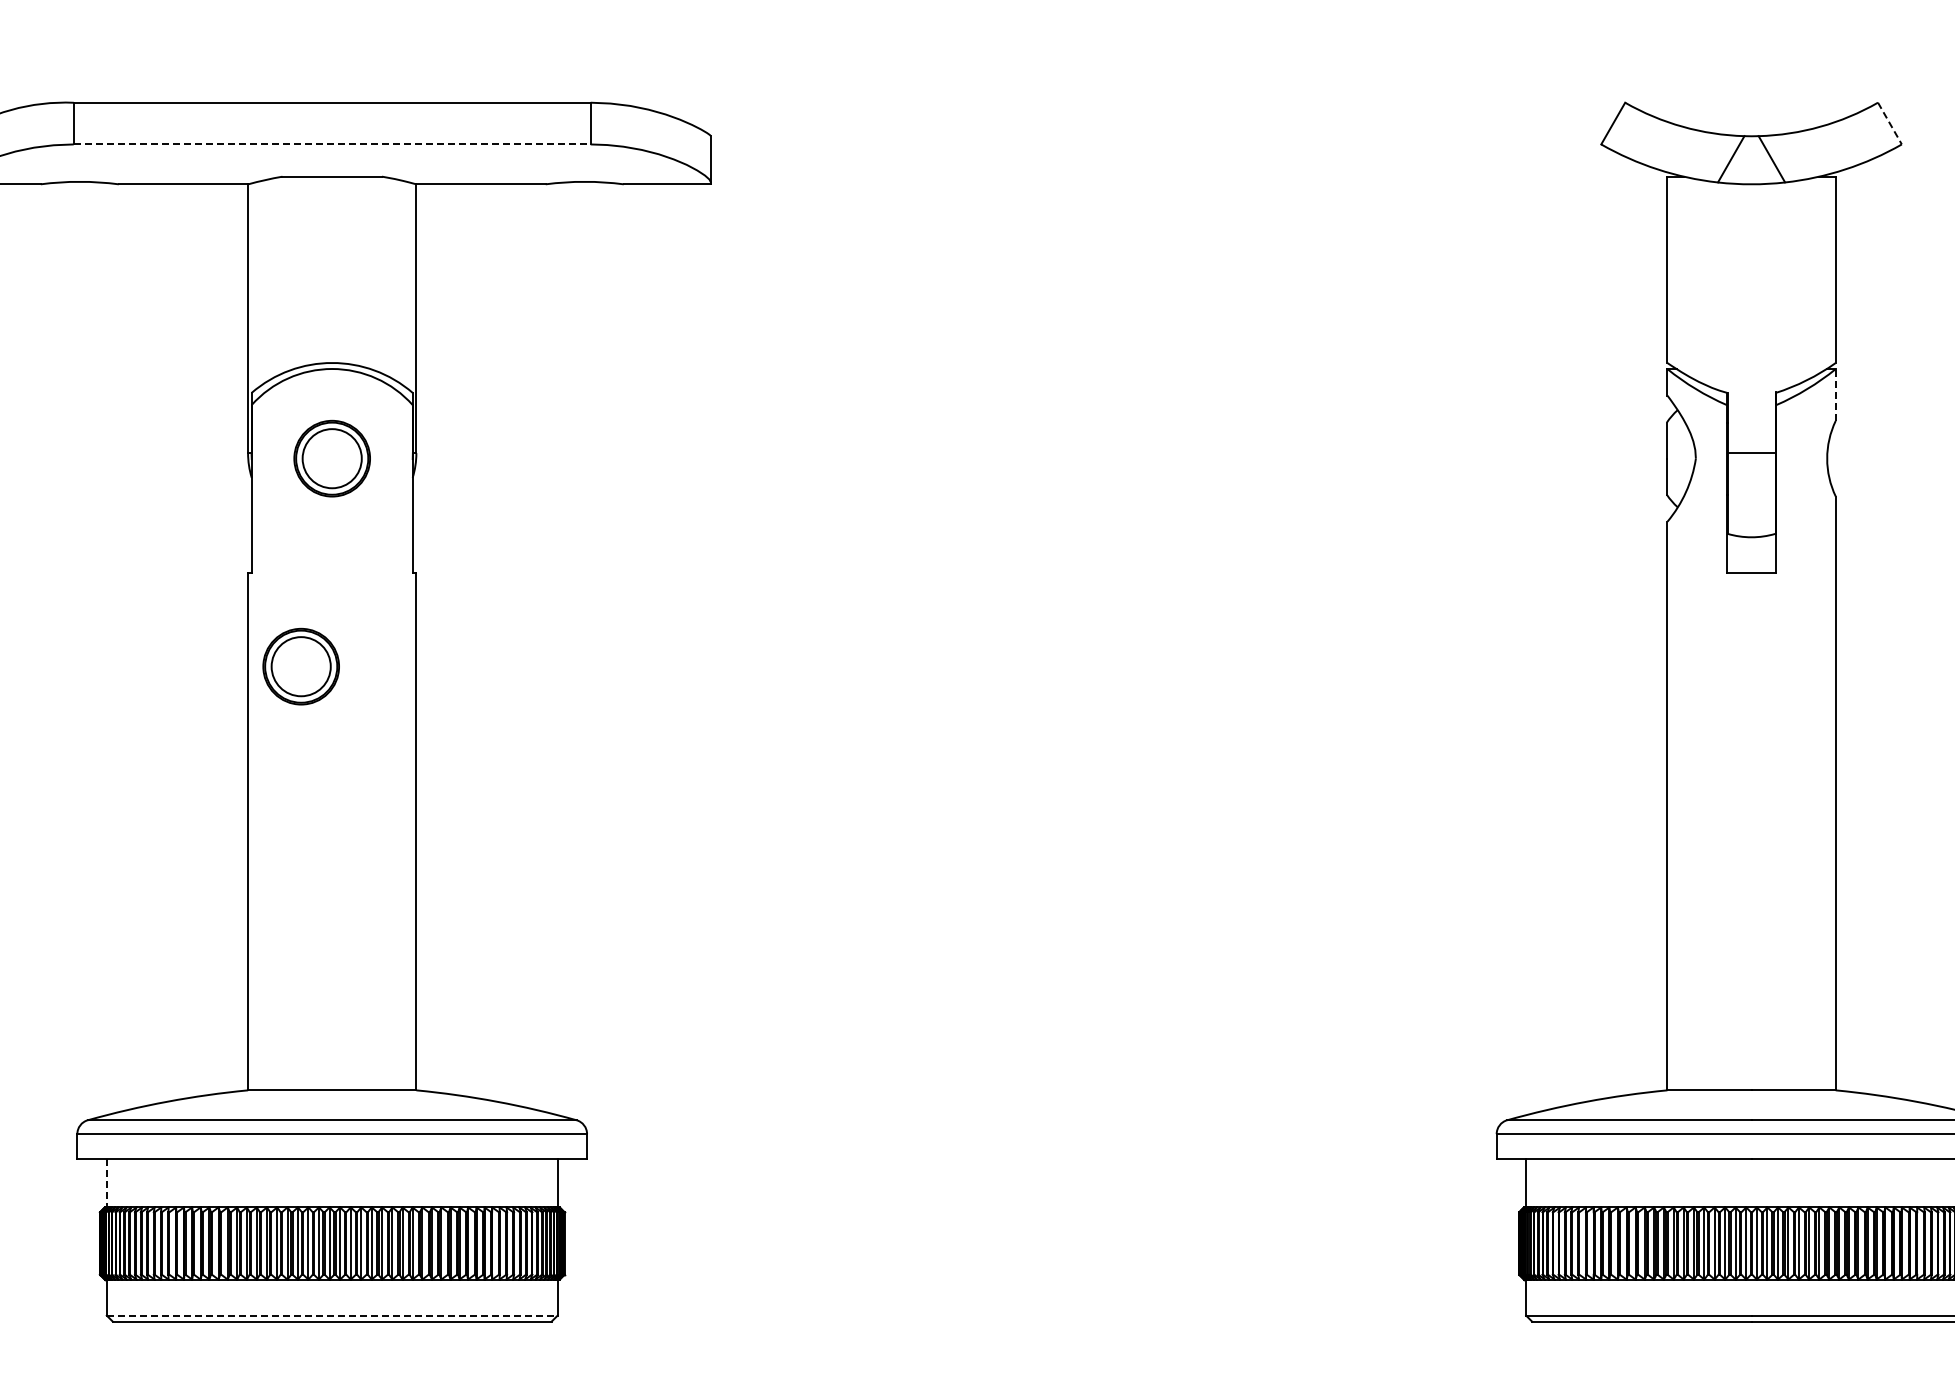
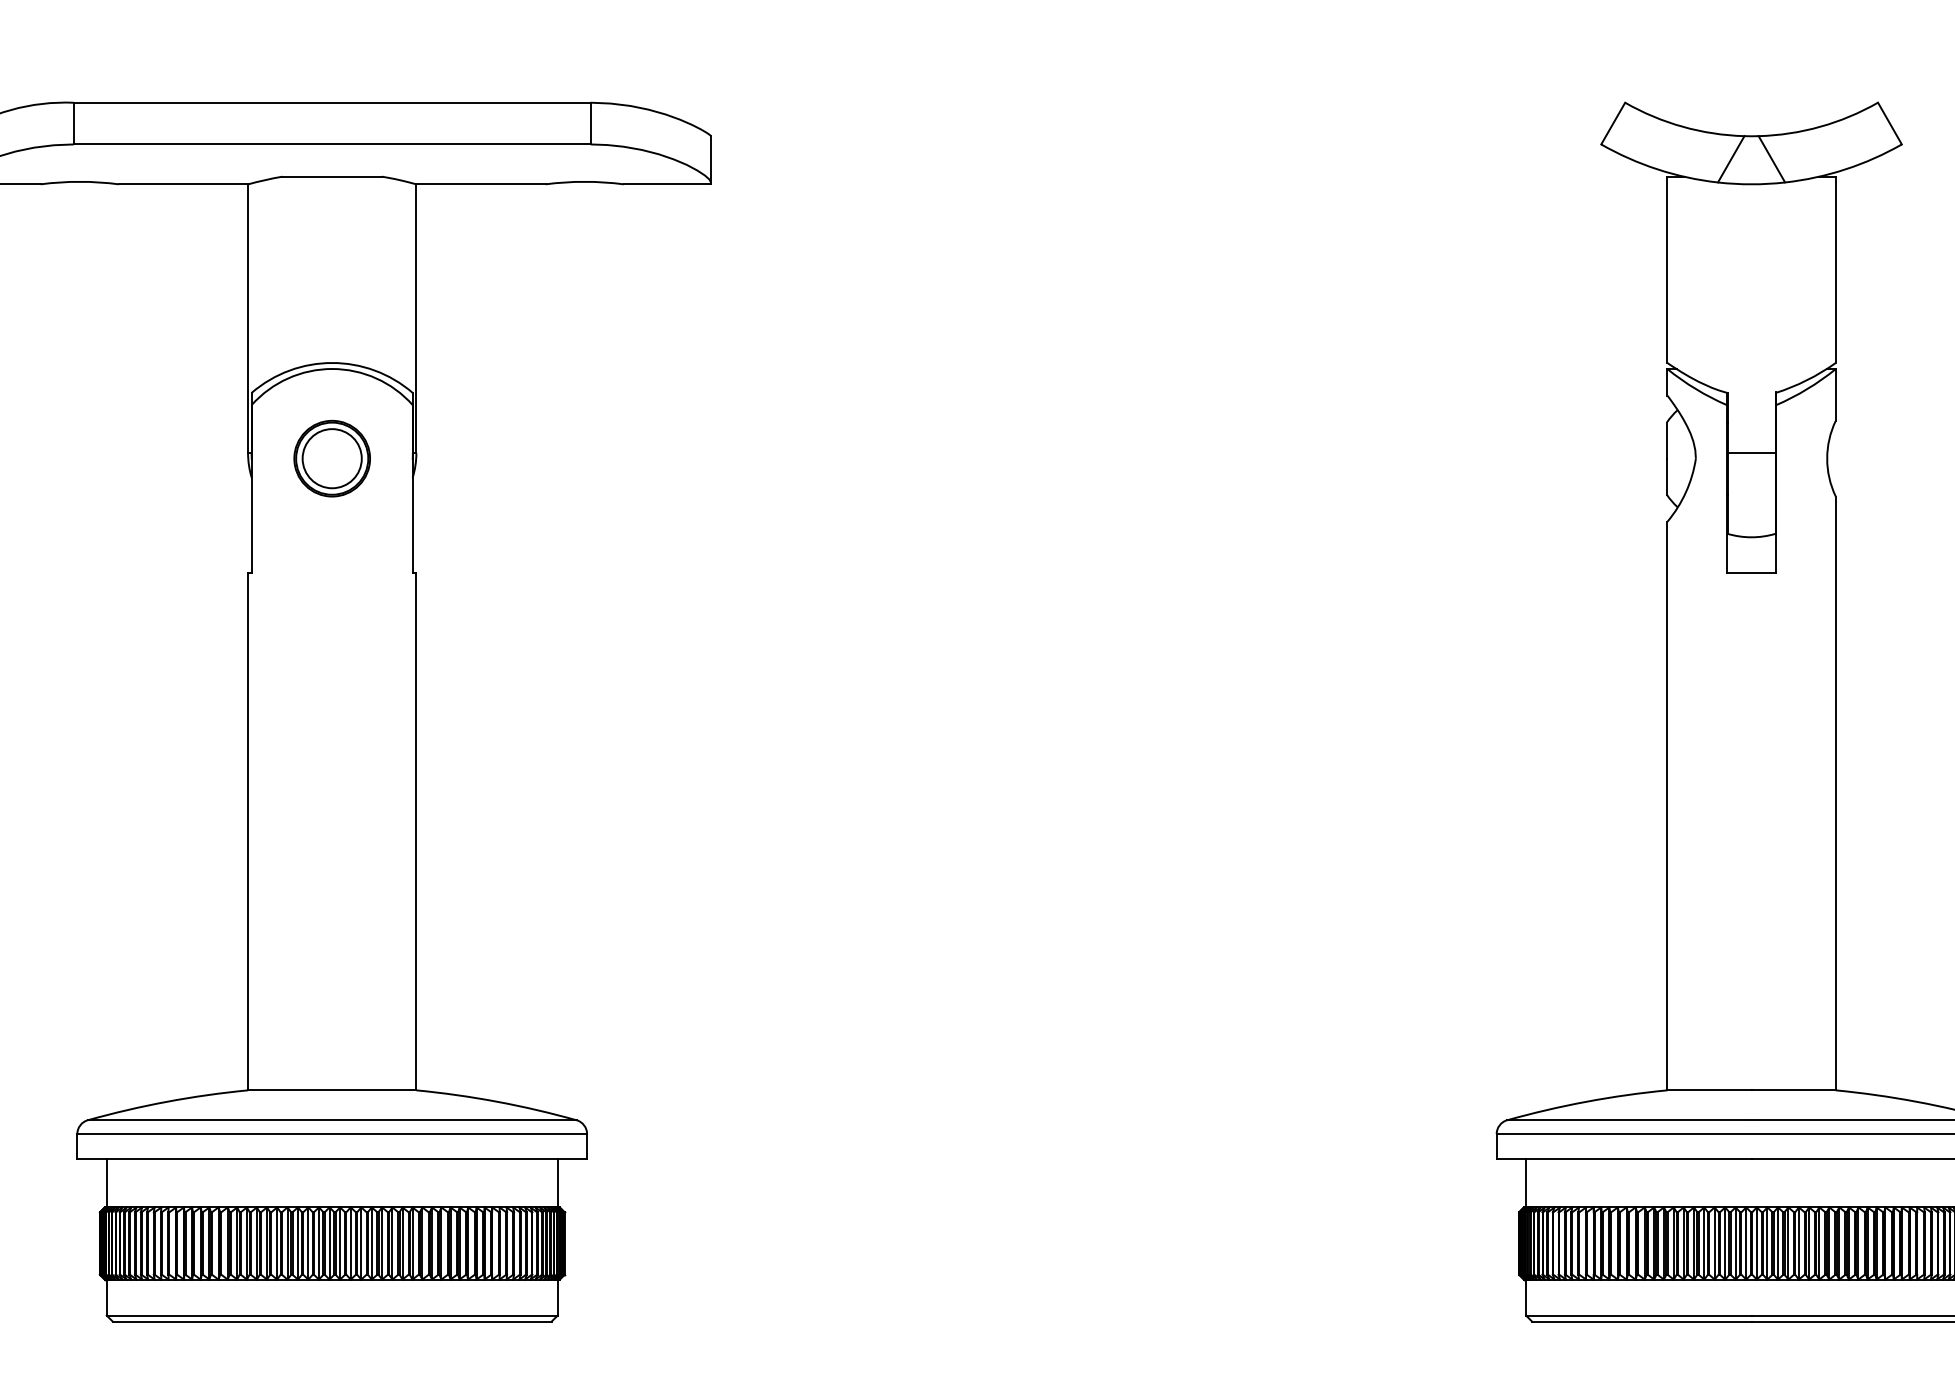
line at (1890, 124): dashed -> solid
line at (332, 144): dashed -> solid
line at (1835, 394): dashed -> solid
part at (300, 666): present -> none
line at (106, 1183): dashed -> solid
line at (332, 1315): dashed -> solid
